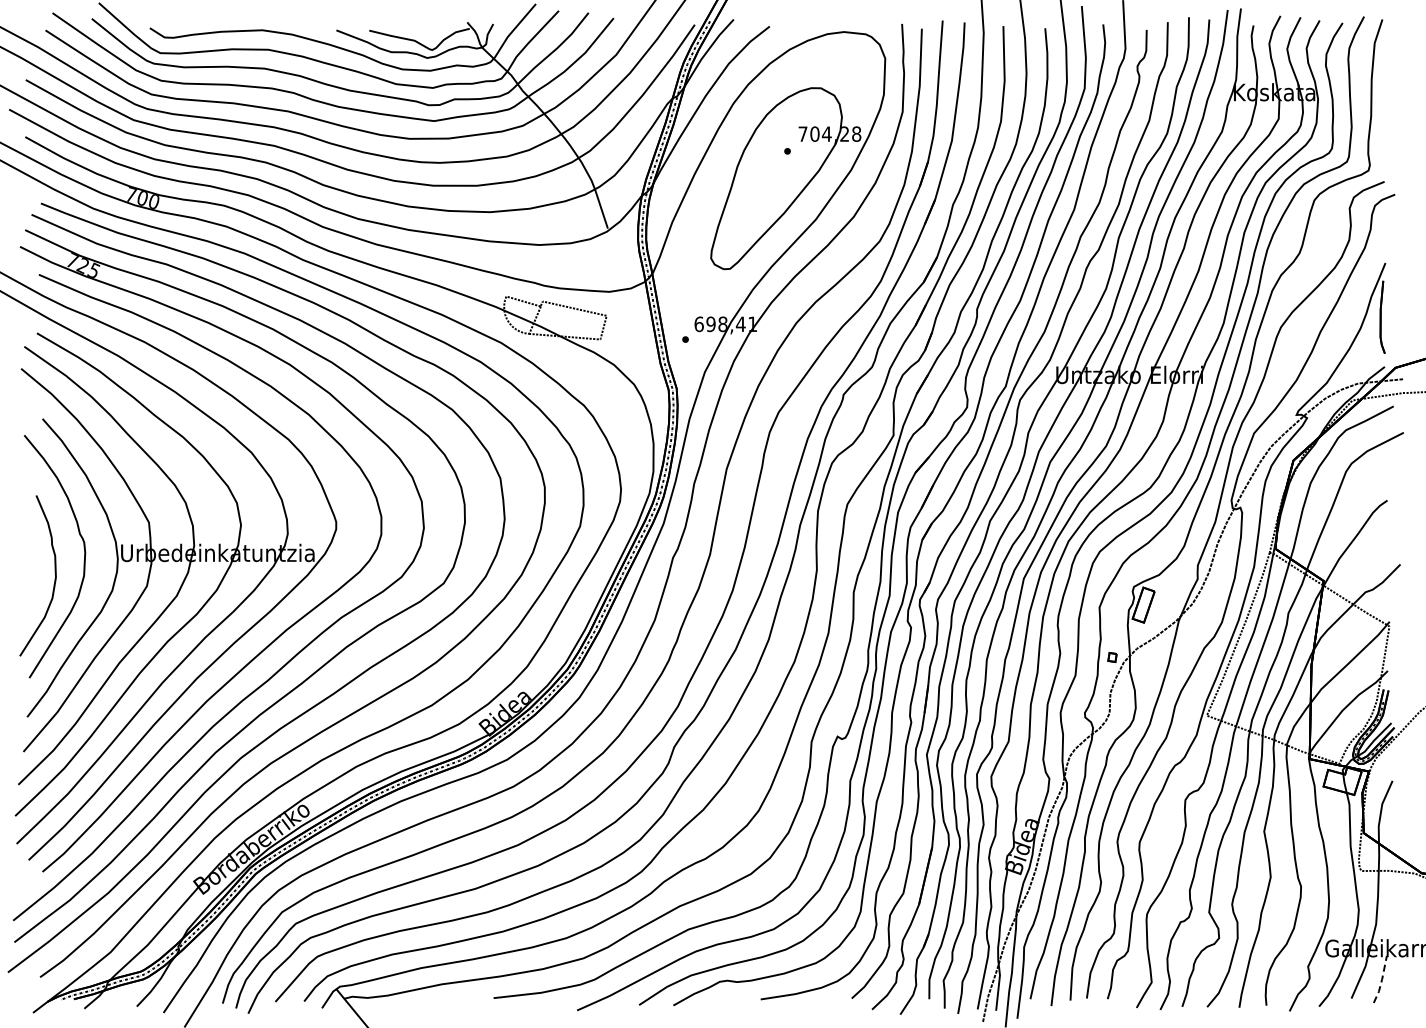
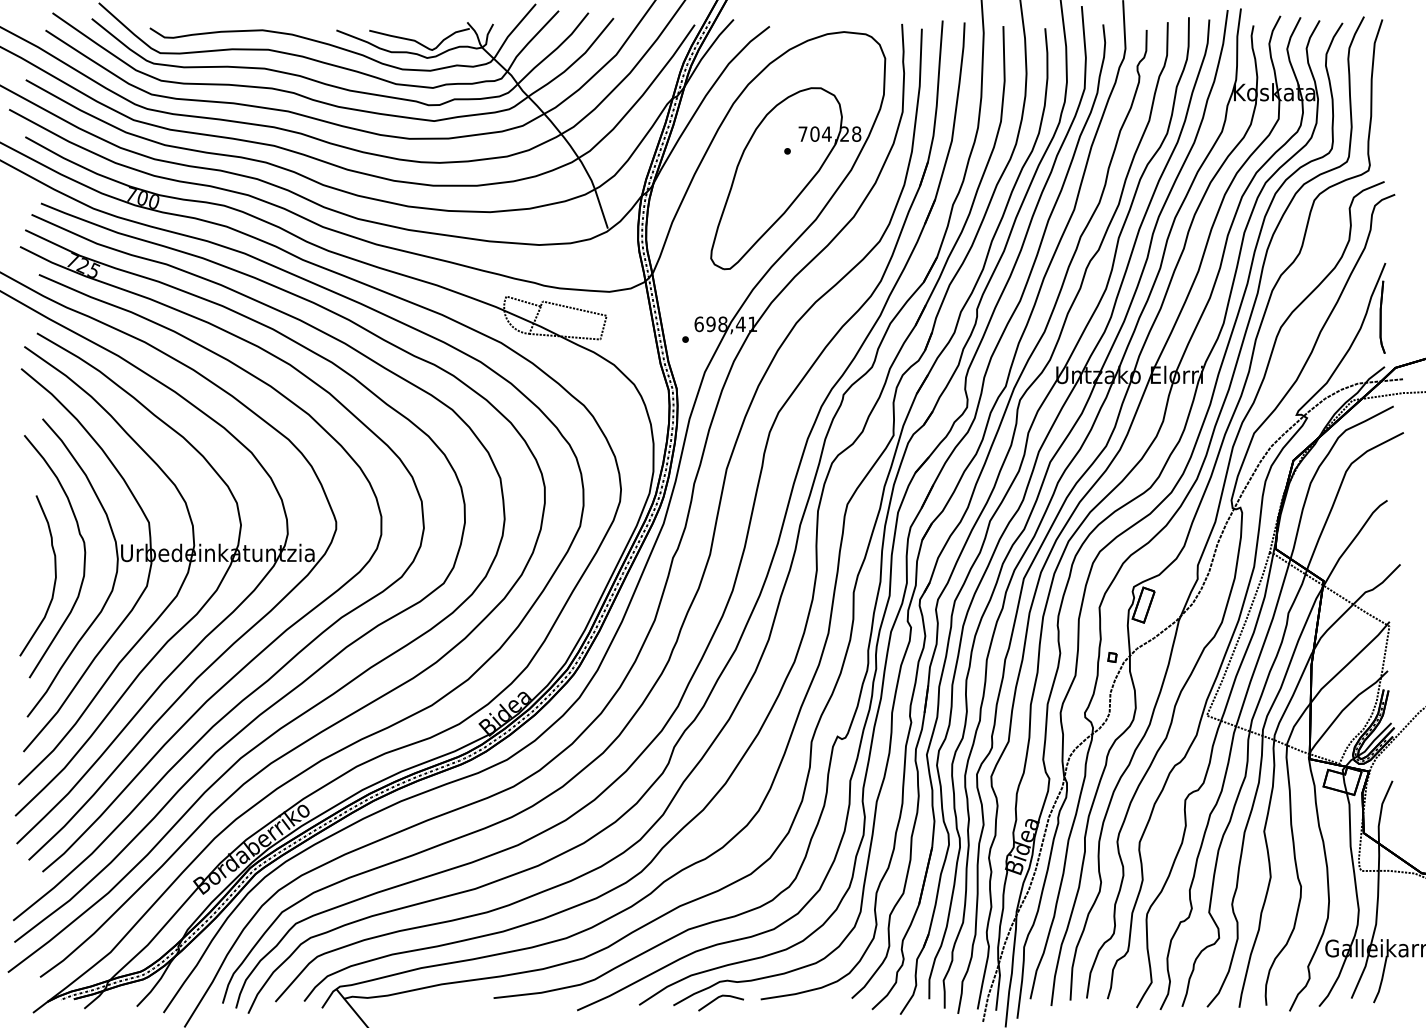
line at (1381, 980): dashed -> solid
line at (717, 999): none -> present
